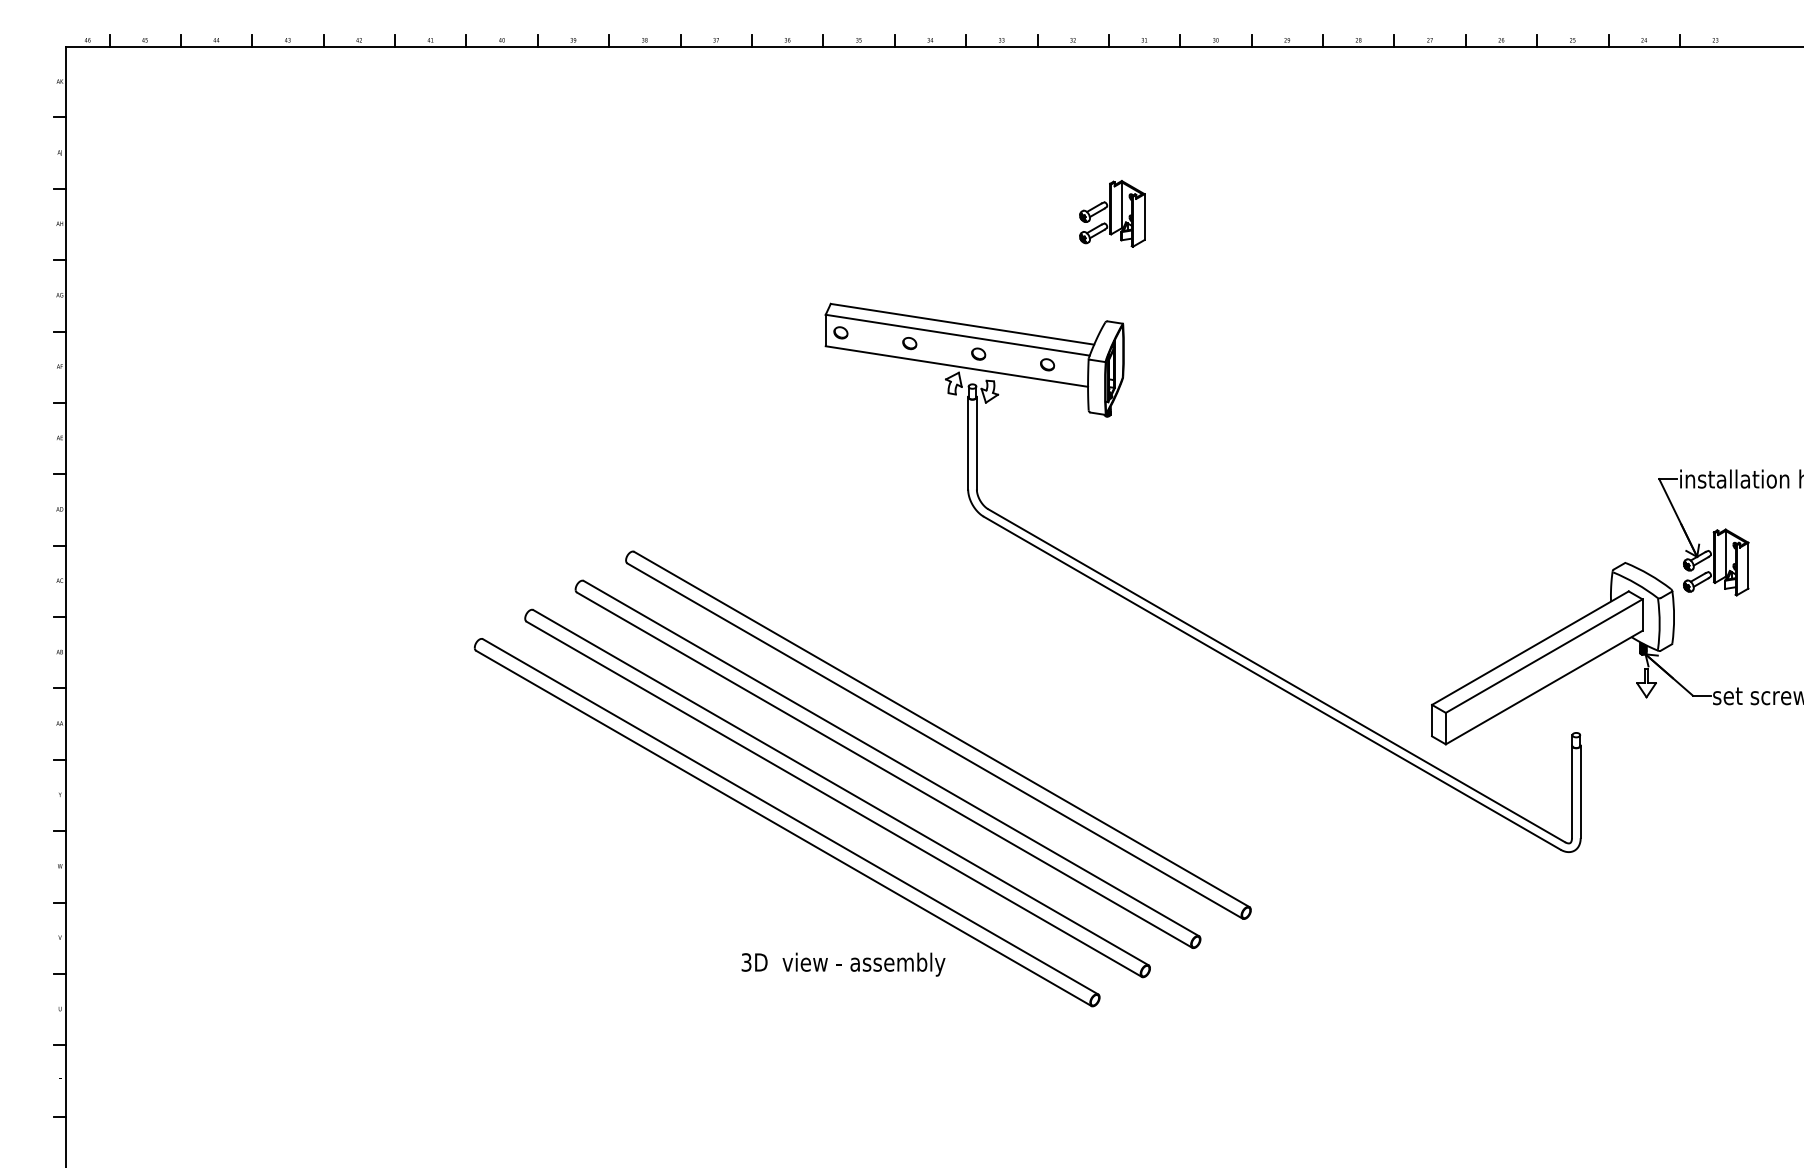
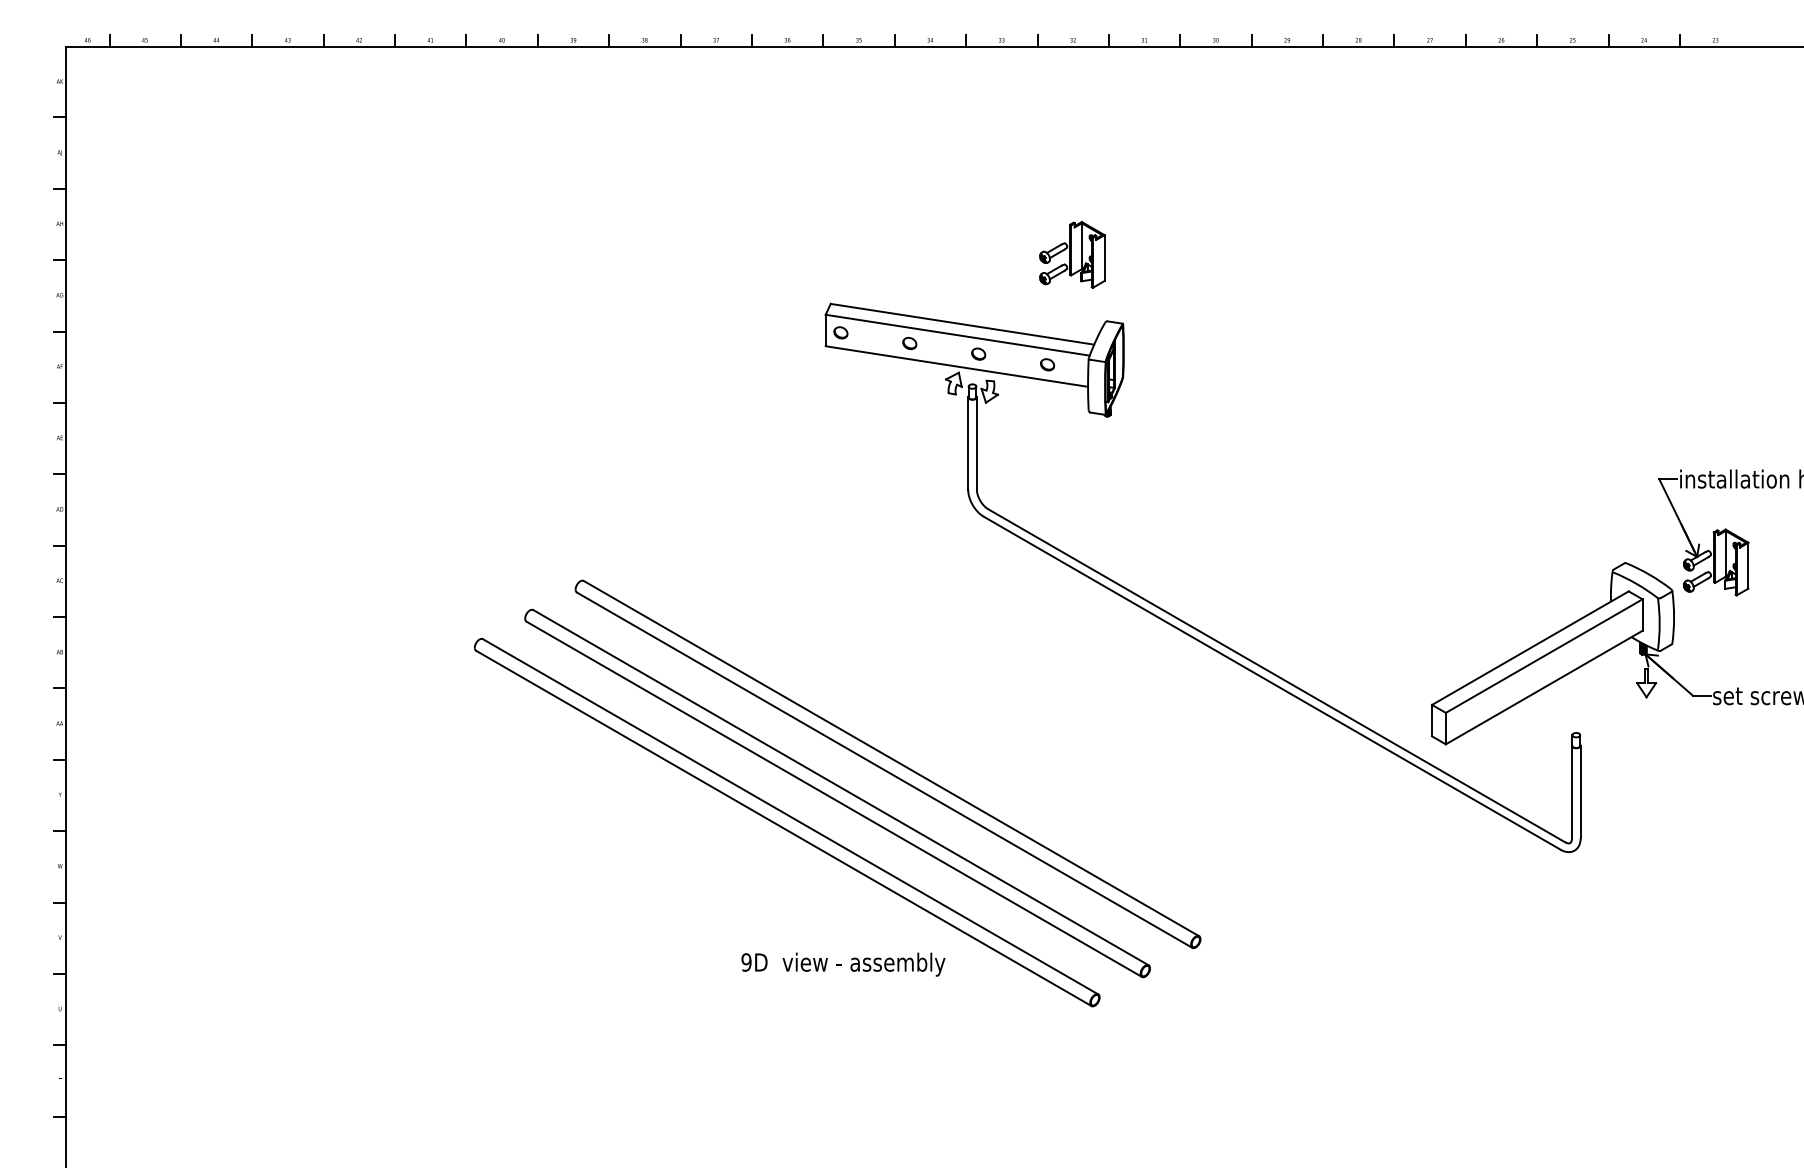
part at (1112, 213) position: (1112, 213) -> (1072, 254)
part at (938, 734): present -> none
text at (746, 962): 3D -> 9D
